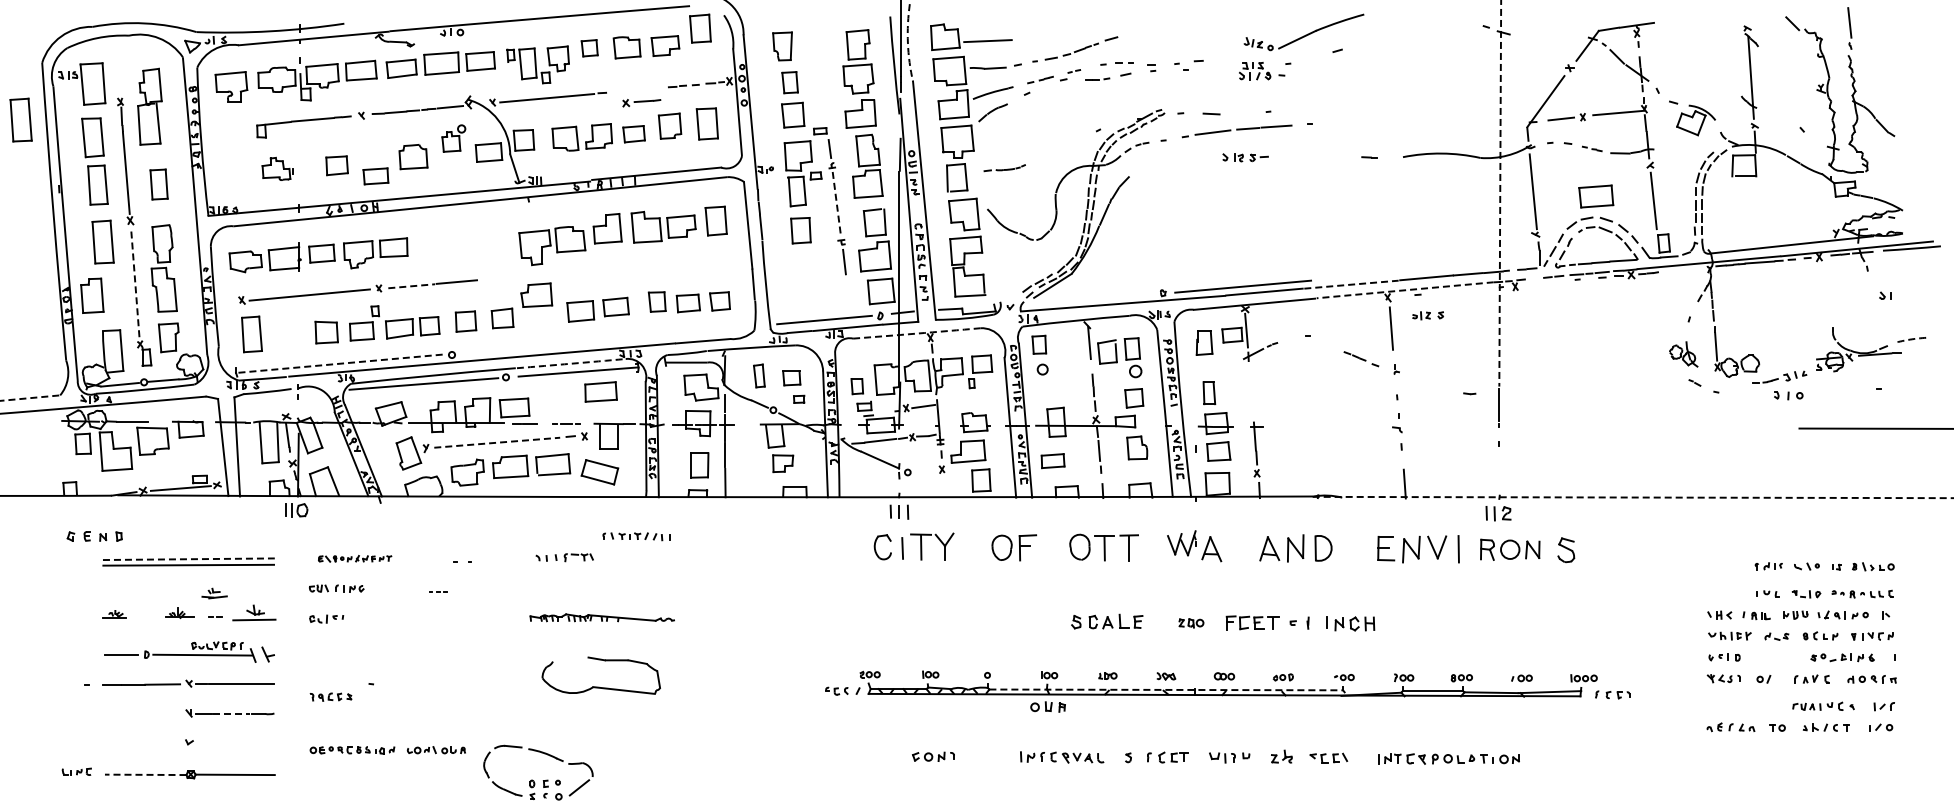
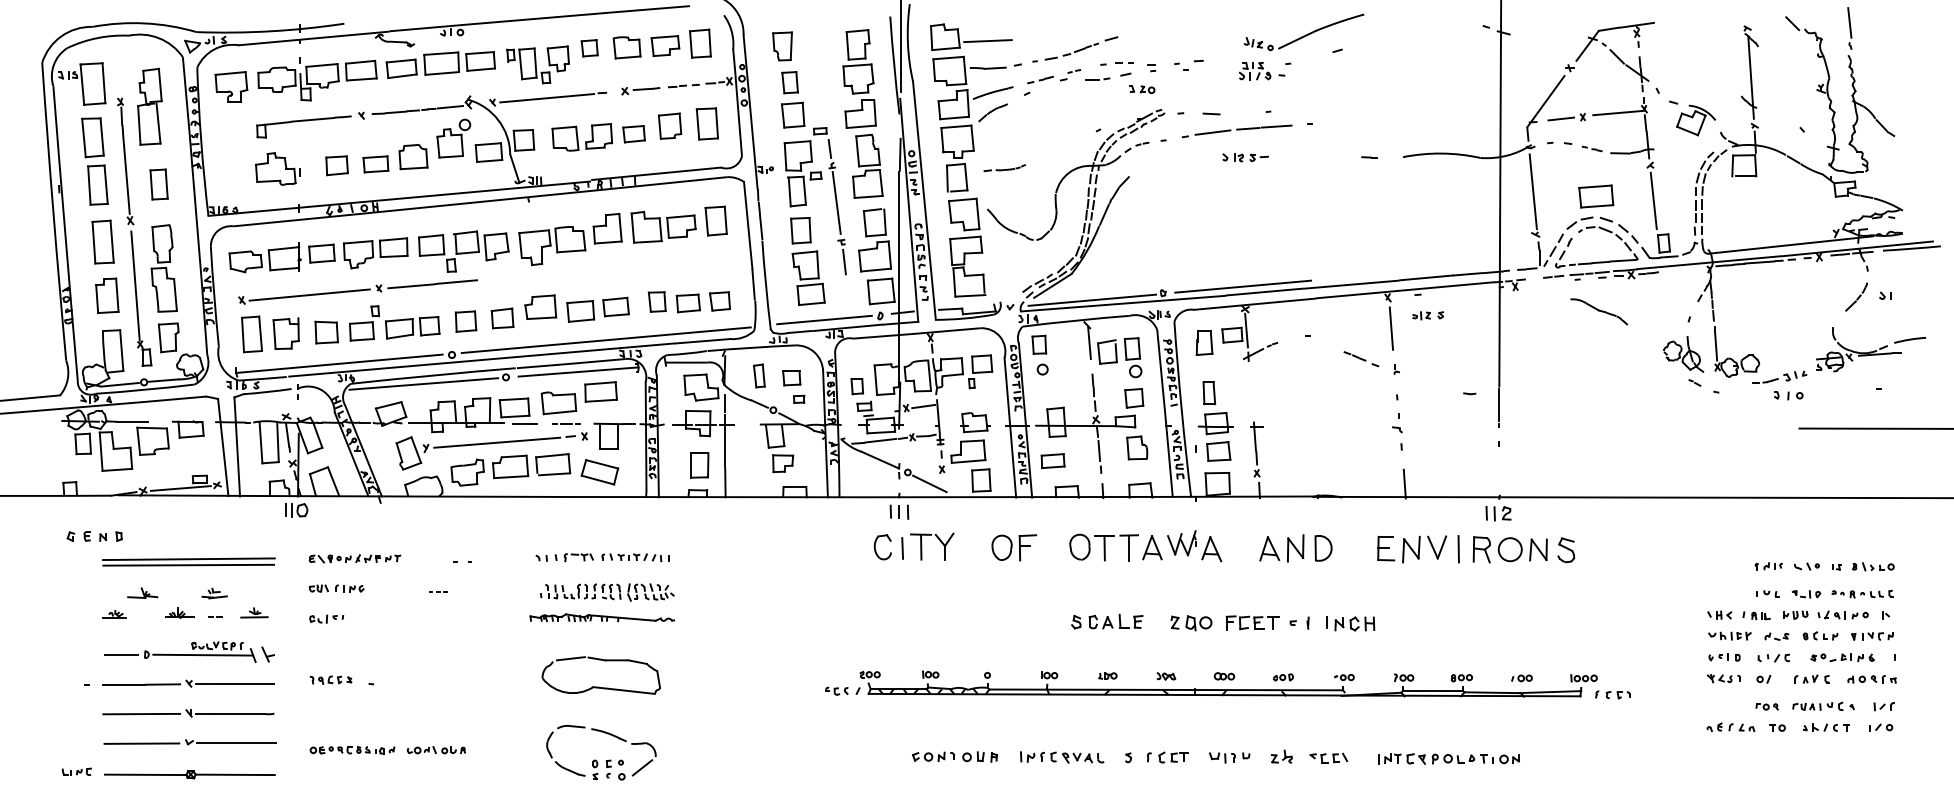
part at (700, 28) position: (700, 28) -> (700, 43)
arc at (907, 43): dashed -> solid
part at (1142, 89): none -> present
part at (641, 103) position: (641, 103) -> (640, 91)
part at (20, 119): present -> none
part at (453, 138) size: 26x29 px -> 36x41 px
part at (277, 168) size: 33x25 px -> 46x34 px
part at (375, 176) position: (375, 176) -> (375, 164)
line at (1500, 193): dashed -> solid
line at (836, 203): dashed -> solid
part at (463, 251): none -> present
part at (808, 277): none -> present
line at (1351, 284): dashed -> solid
line at (135, 286): dashed -> solid
line at (412, 286): dashed -> solid
line at (1405, 290): dashed -> solid
part at (536, 294) position: (536, 294) -> (540, 306)
part at (92, 295) position: (92, 295) -> (107, 295)
part at (1856, 296): none -> present
line at (1092, 299): none -> present
part at (1598, 311): none -> present
part at (285, 333): none -> present
arc at (916, 333): dashed -> solid
arc at (1910, 339): dashed -> solid
line at (605, 340): none -> present
part at (1683, 354) size: 30x27 px -> 42x37 px
line at (339, 363): dashed -> solid
arc at (571, 363): dashed -> solid
line at (30, 398): dashed -> solid
part at (558, 403): none -> present
line at (497, 442): dashed -> solid
line at (929, 483): none -> present
line at (1633, 497): dashed -> solid
part at (636, 536) position: (636, 536) -> (635, 557)
part at (1152, 547): none -> present
part at (1510, 549) size: 61x23 px -> 76x28 px
part at (355, 558) size: 75x8 px -> 94x10 px
line at (188, 559): dashed -> solid
part at (142, 592): none -> present
part at (607, 592): none -> present
part at (254, 612) size: 45x18 px -> 29x12 px
part at (1191, 623) size: 27x11 px -> 43x17 px
part at (1773, 657): none -> present
line at (570, 658): none -> present
line at (1166, 689): dashed -> solid
part at (330, 696) position: (330, 696) -> (330, 679)
part at (1047, 706) position: (1047, 706) -> (979, 756)
part at (1766, 706): none -> present
line at (141, 713): none -> present
line at (231, 713): dashed -> solid
line at (141, 743): none -> present
line at (236, 743): none -> present
line at (145, 774): dashed -> solid
part at (542, 780) position: (542, 780) -> (605, 760)
